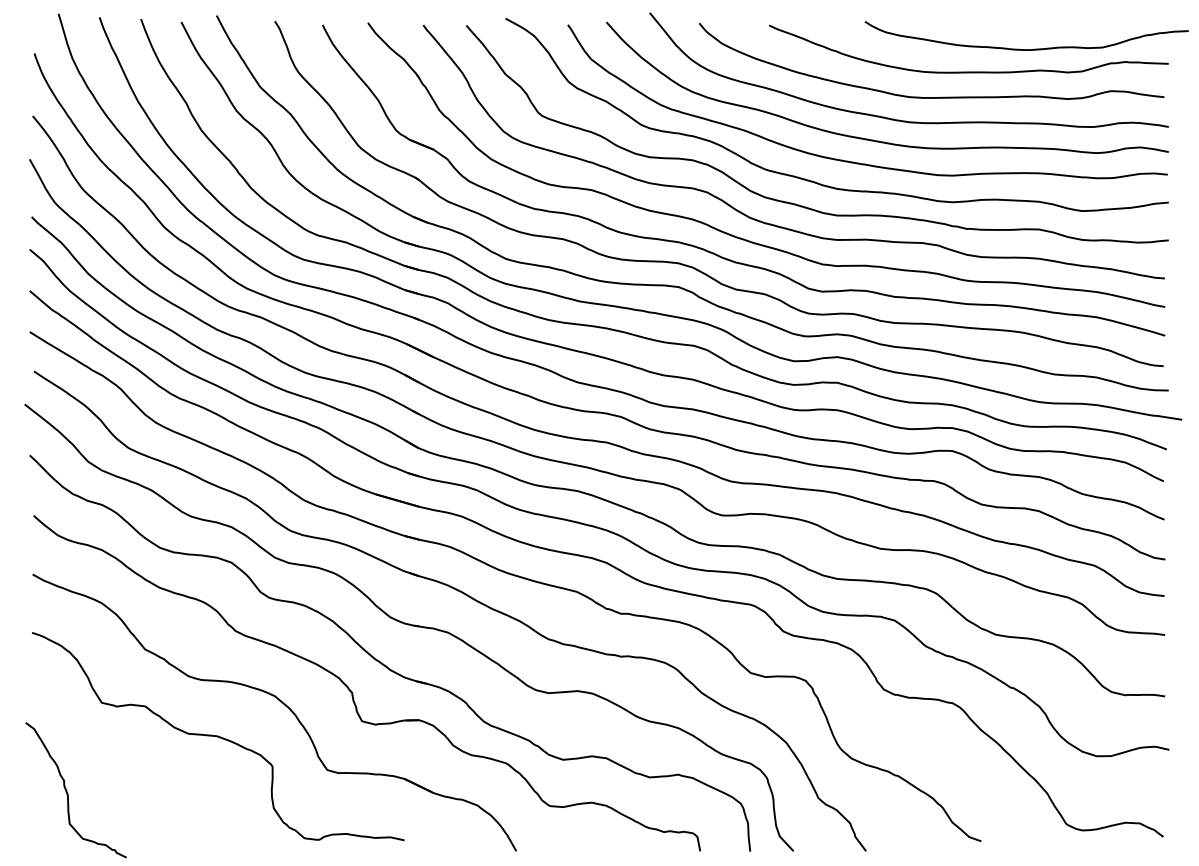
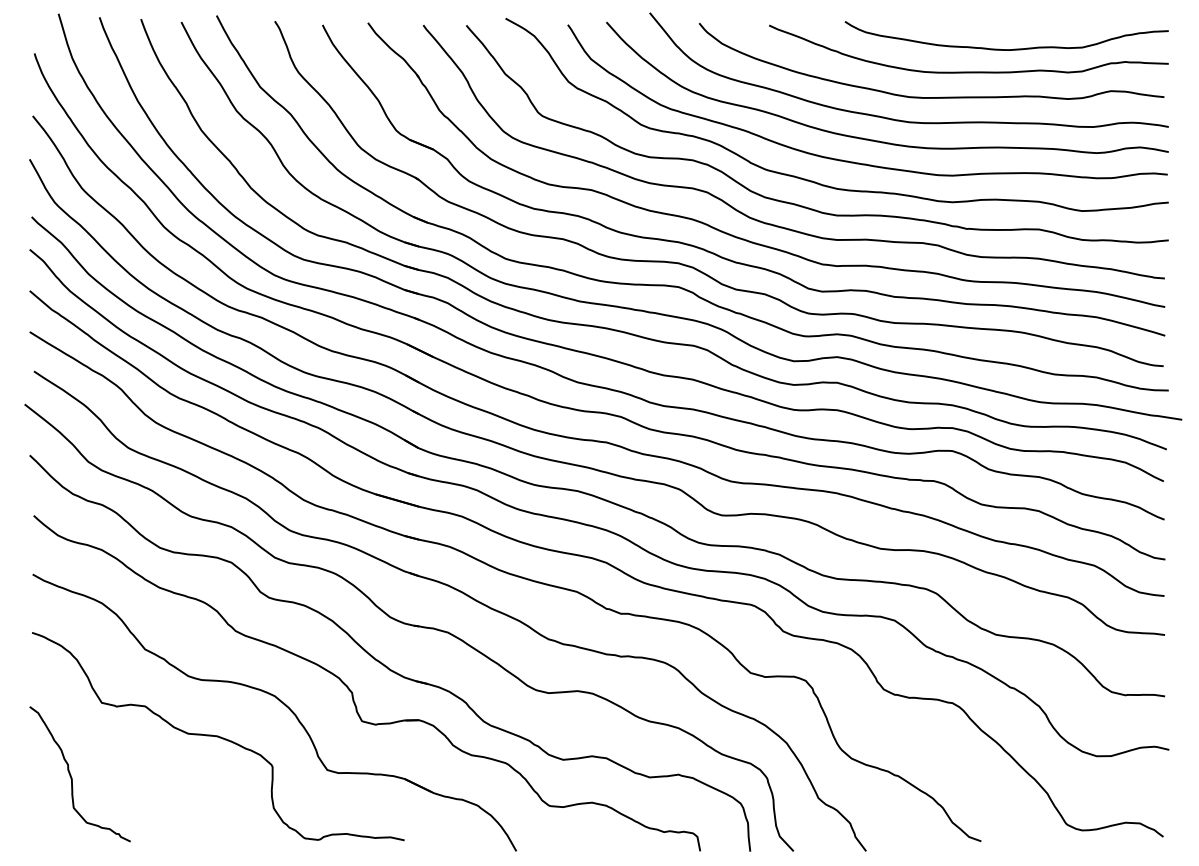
curve at (1026, 49) position: (1026, 49) -> (1006, 49)
curve at (68, 793) position: (68, 793) -> (72, 777)
